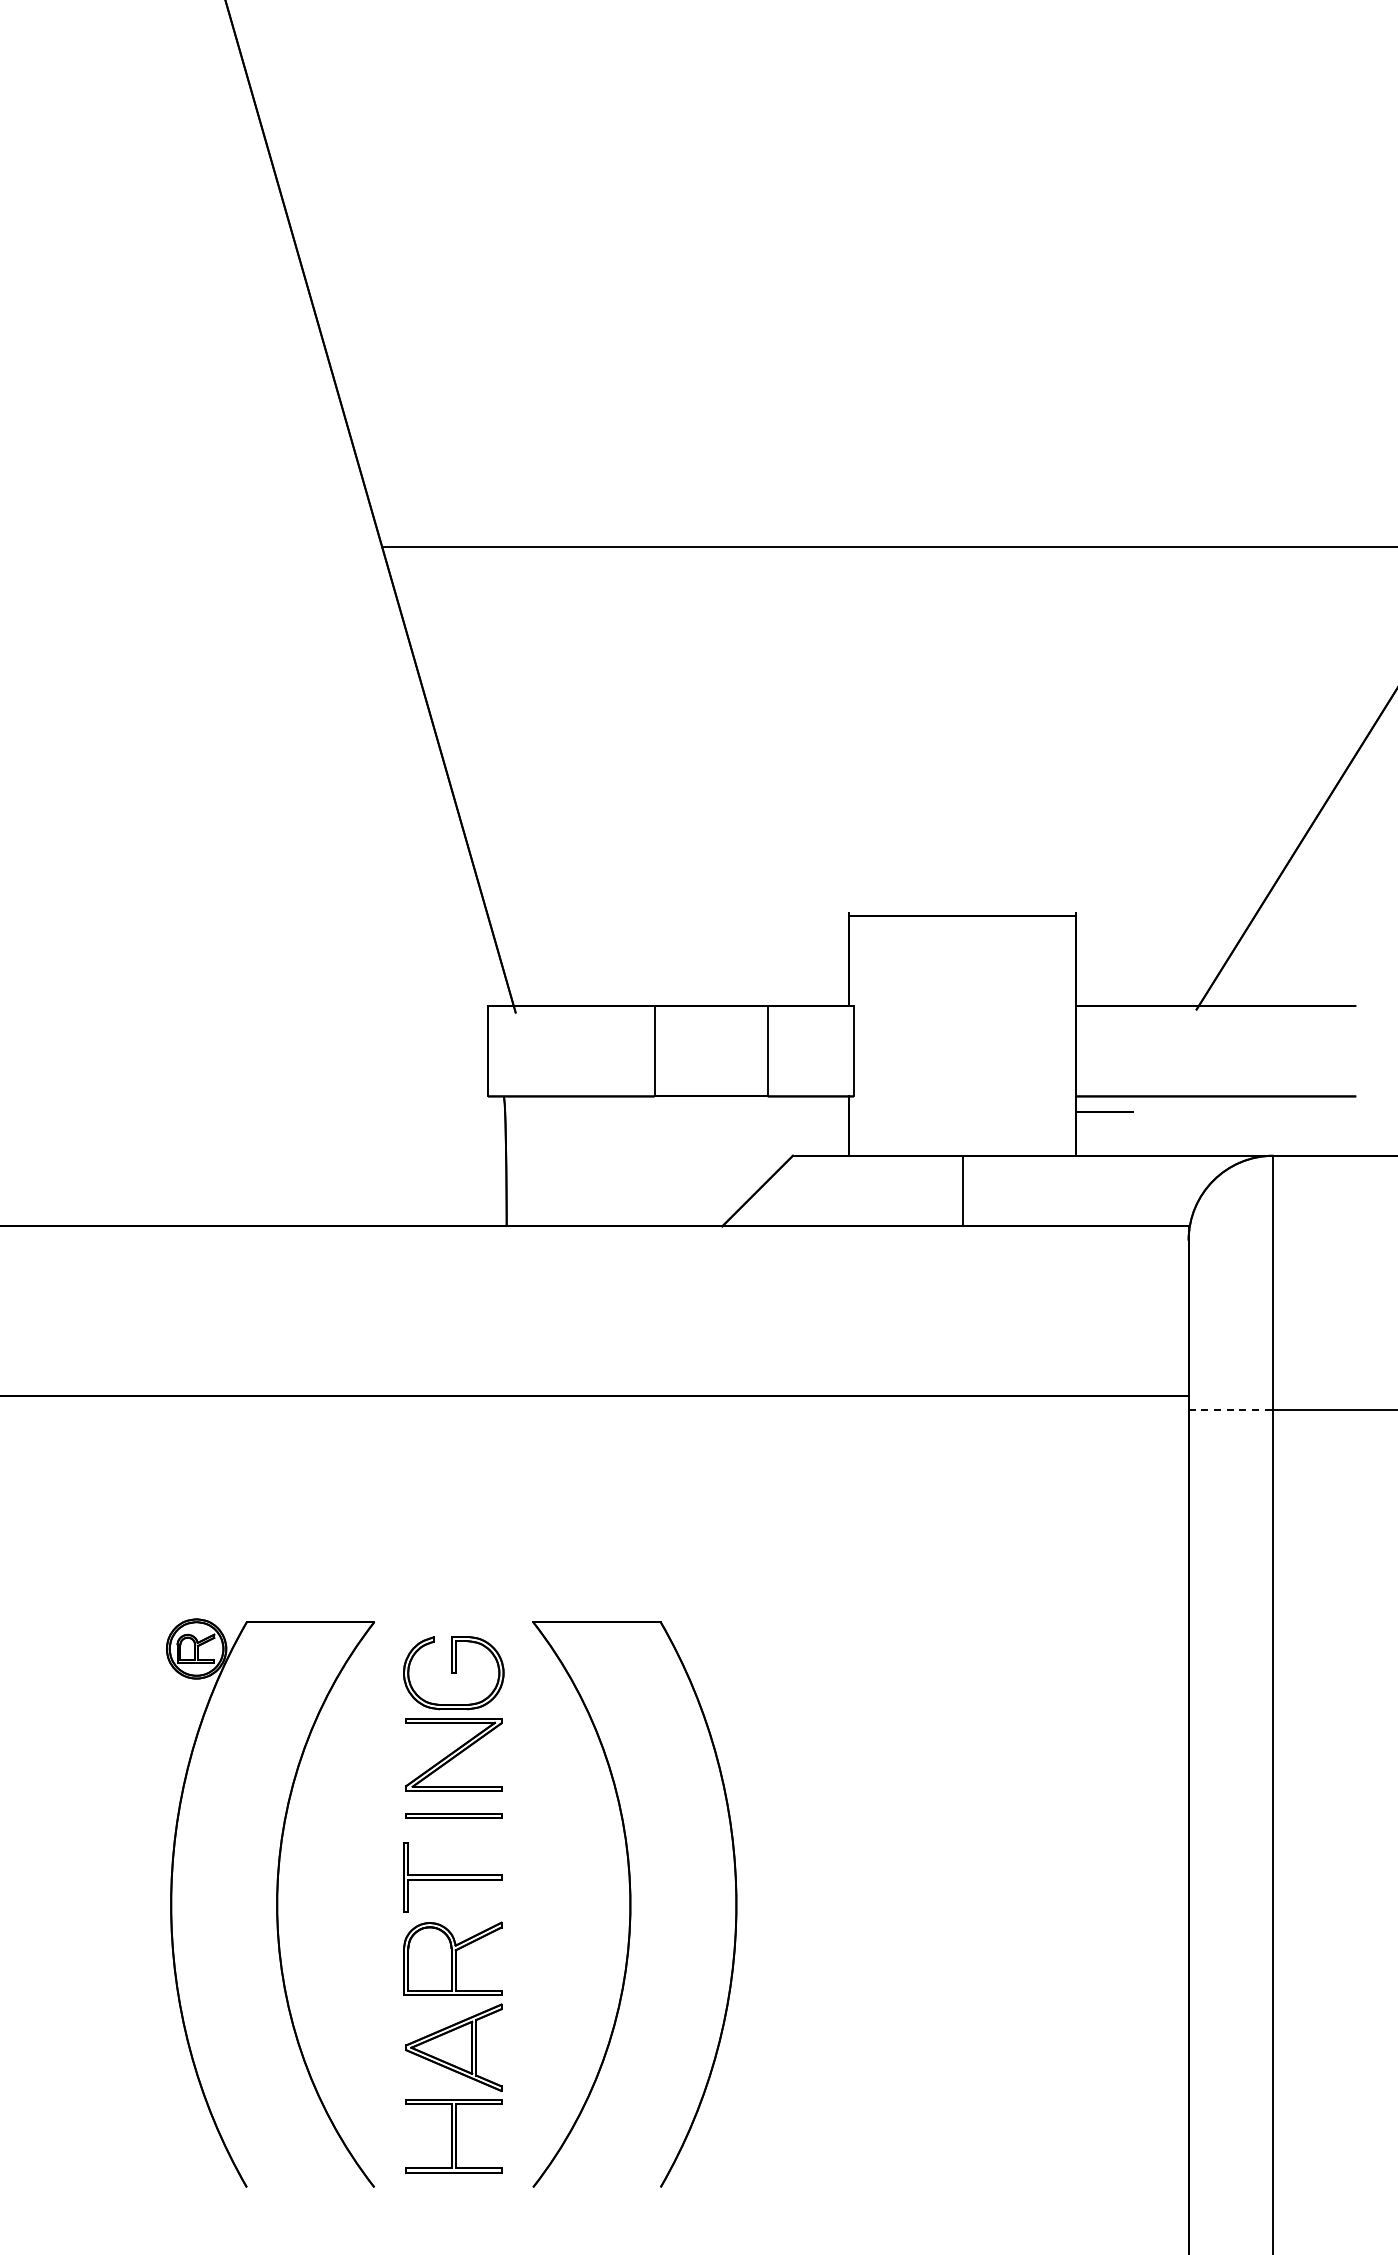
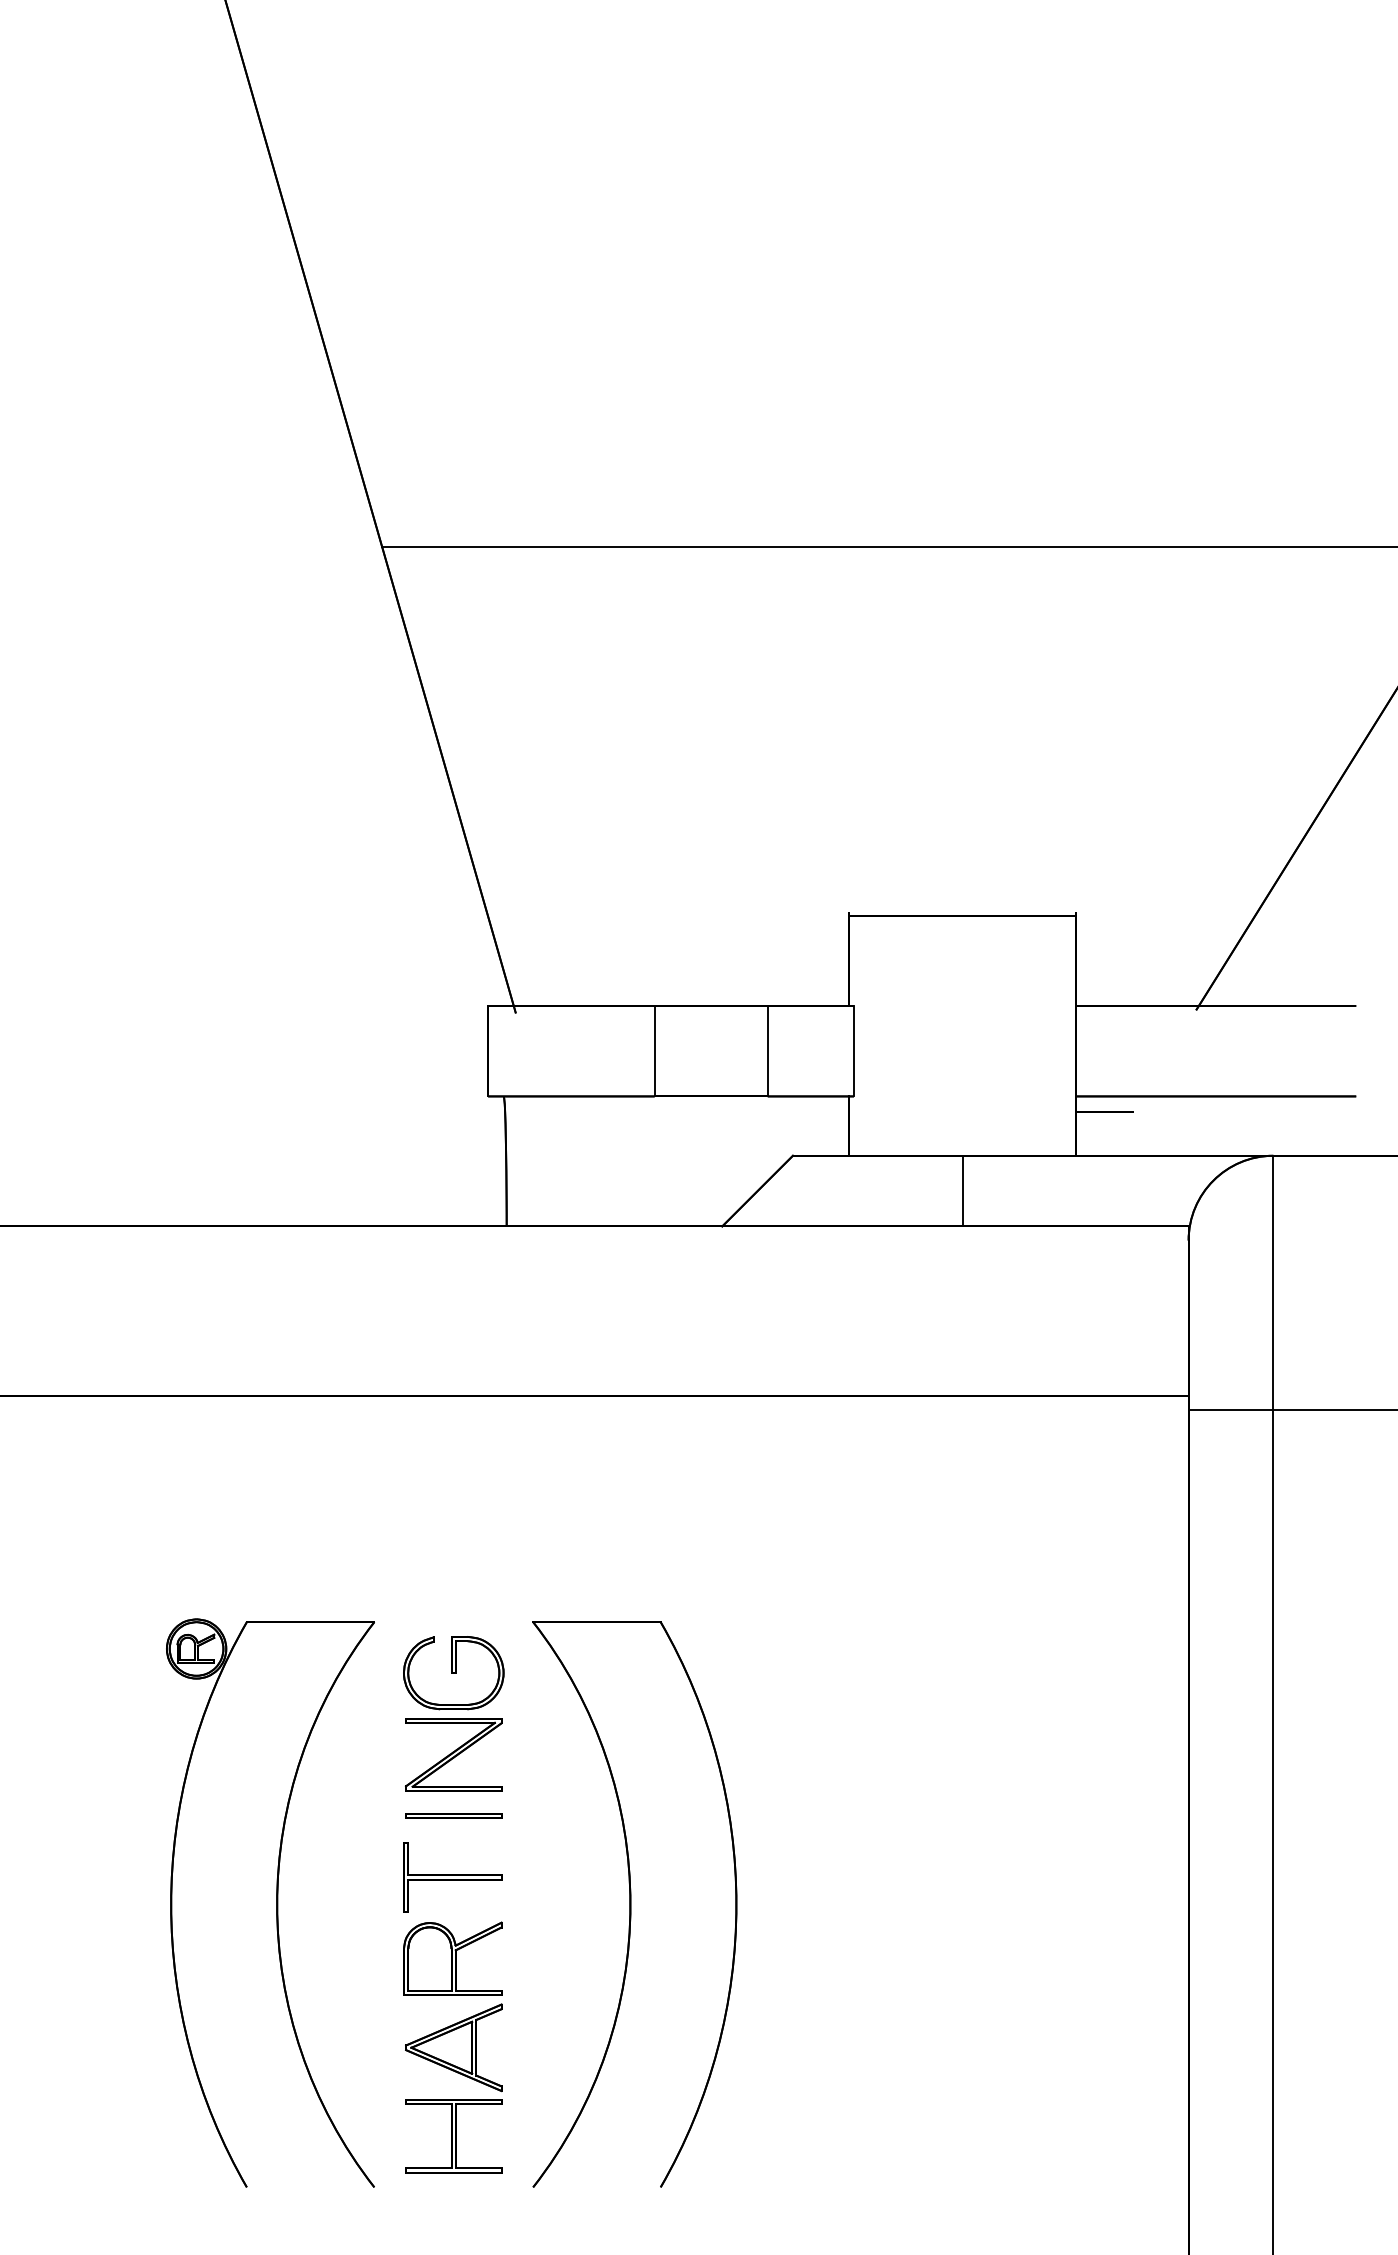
line at (1231, 1410): dashed -> solid
